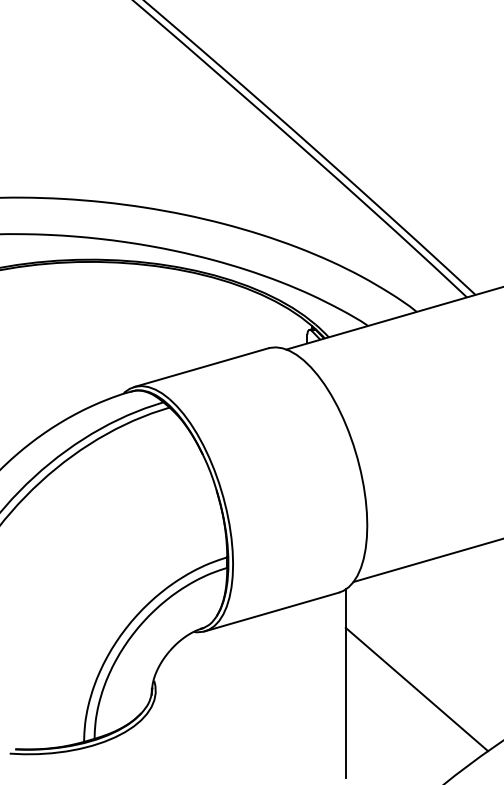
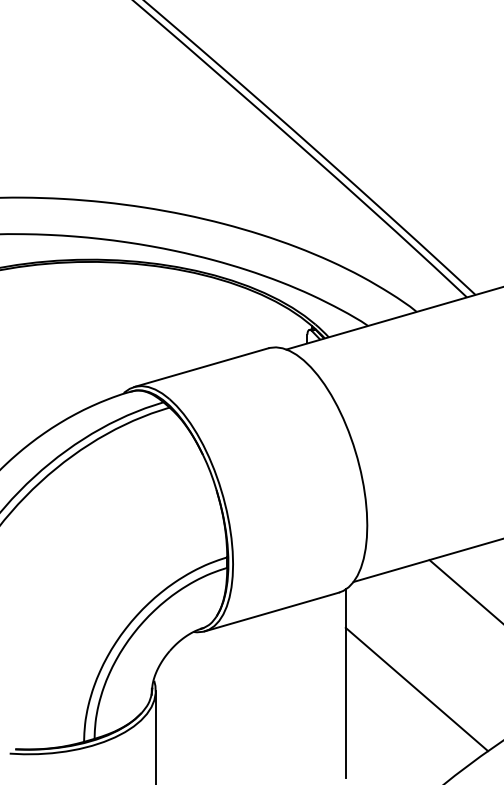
line at (464, 590): none -> present
line at (155, 735): none -> present
